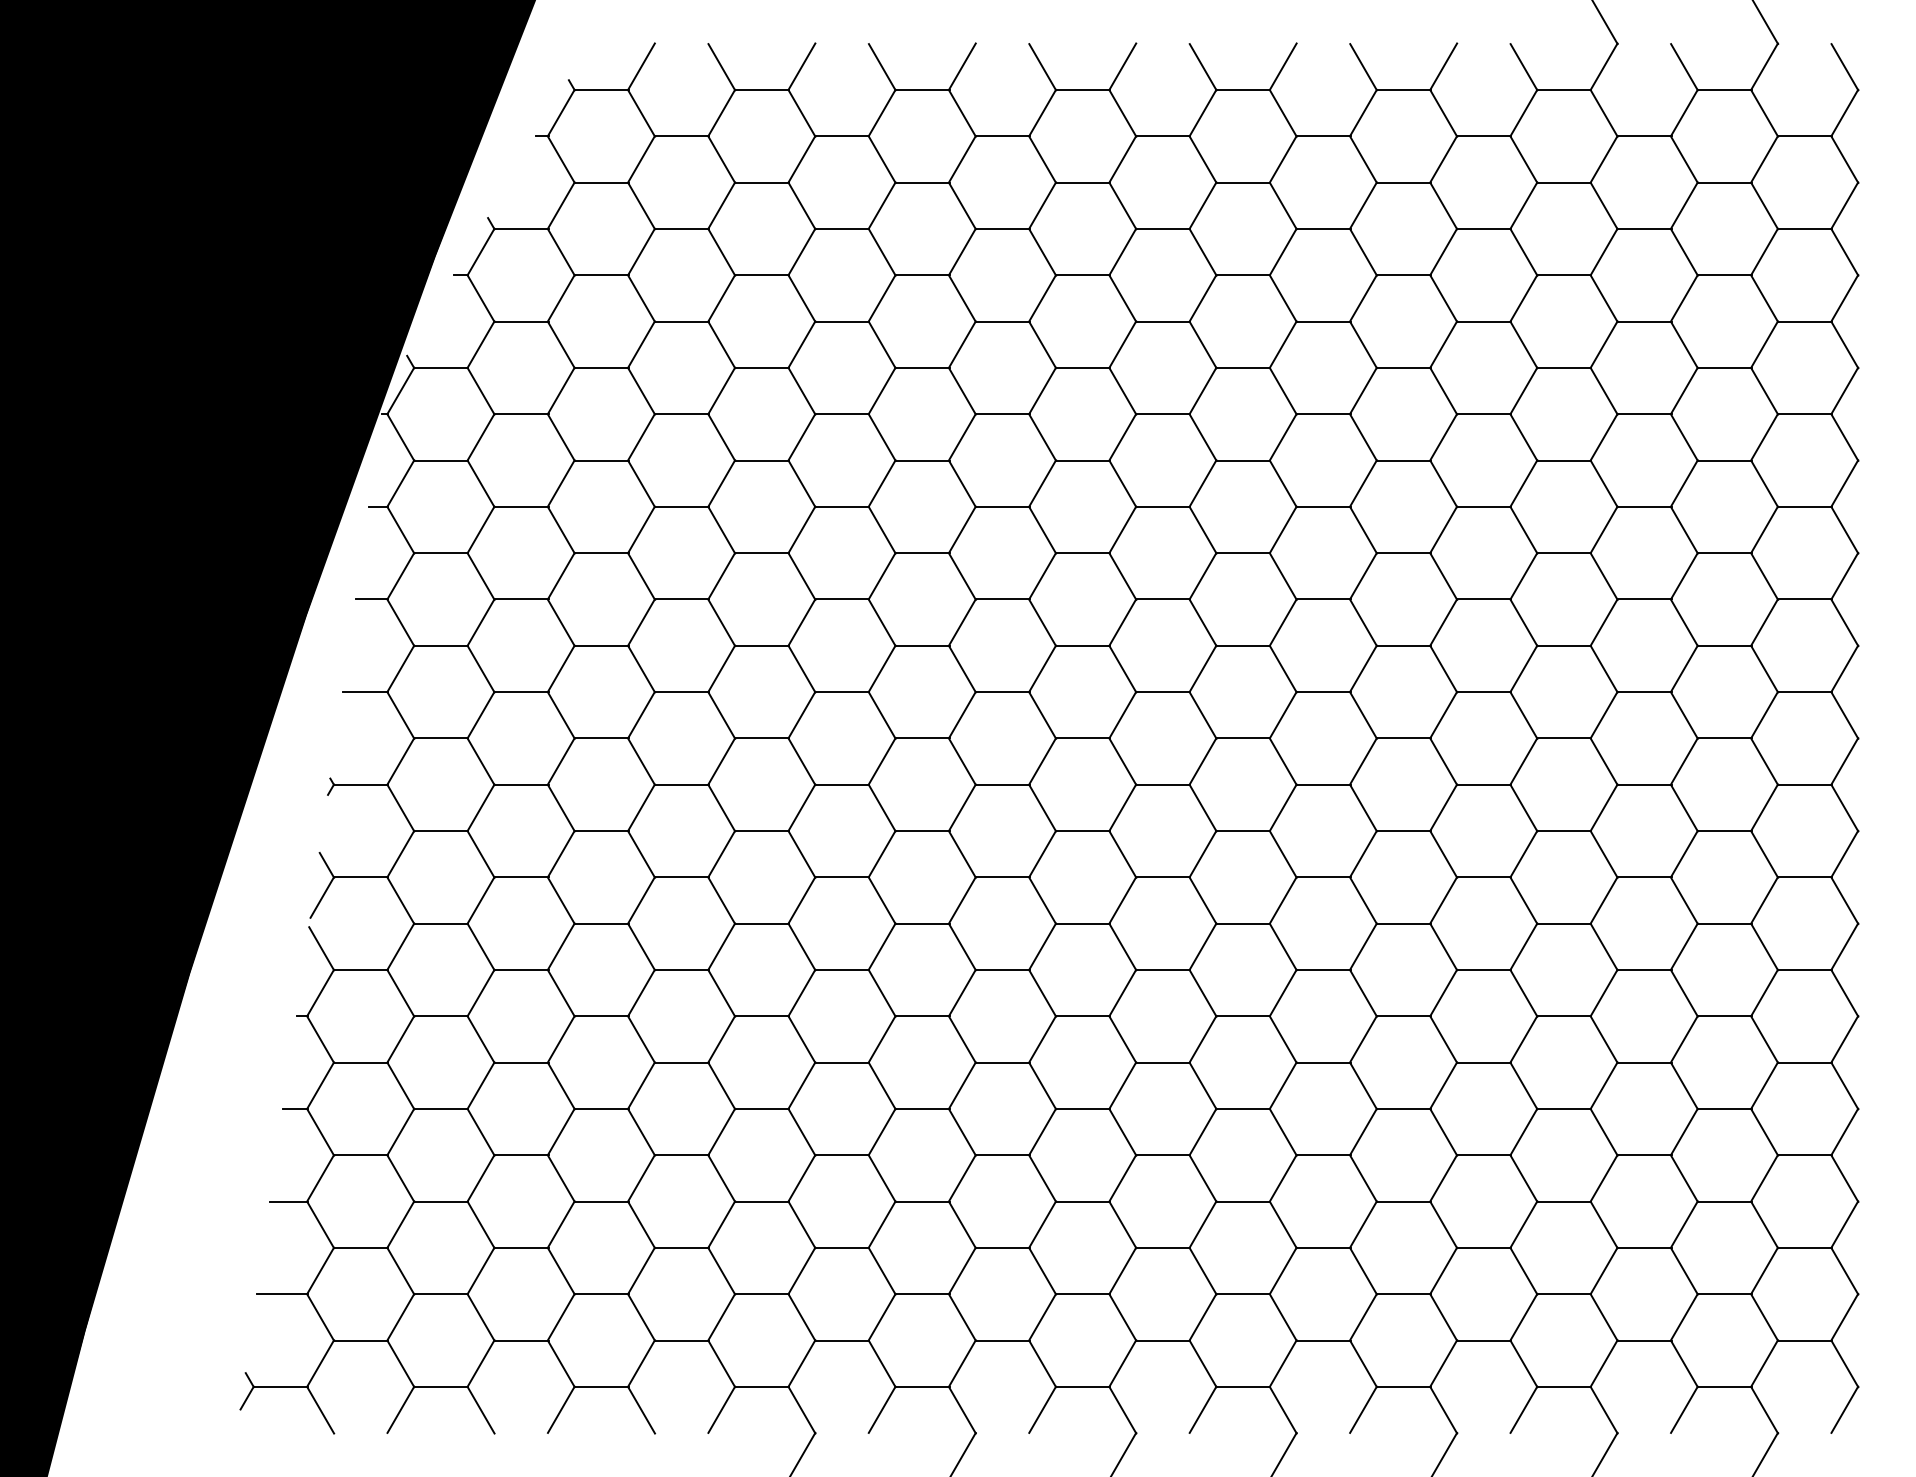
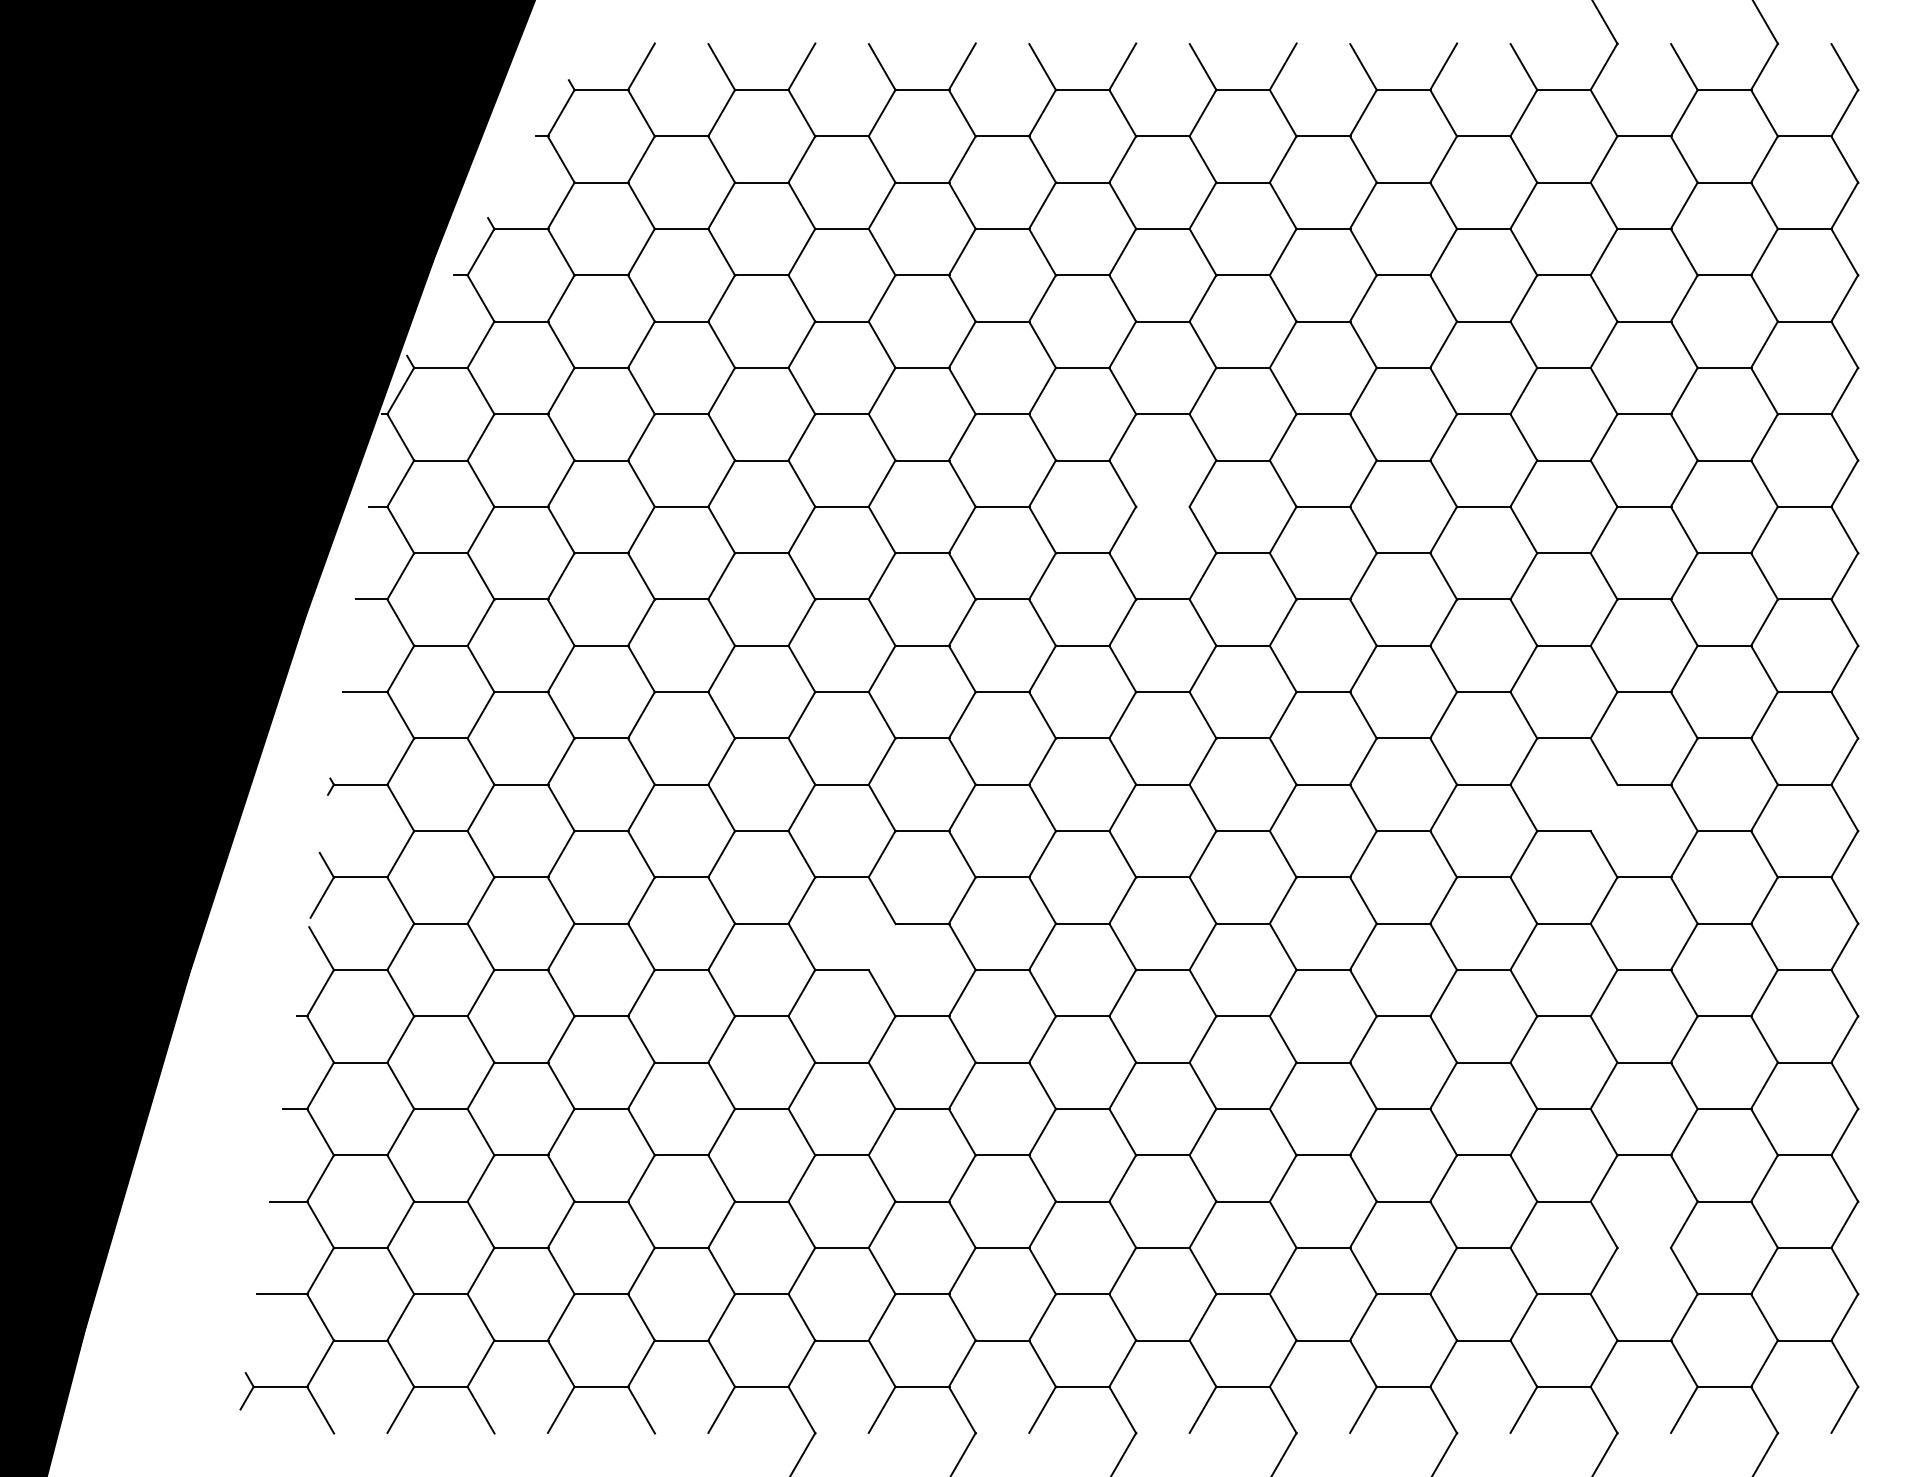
line at (1163, 506): present -> none
line at (1603, 807): present -> none
line at (881, 946): present -> none
line at (1644, 1247): present -> none
